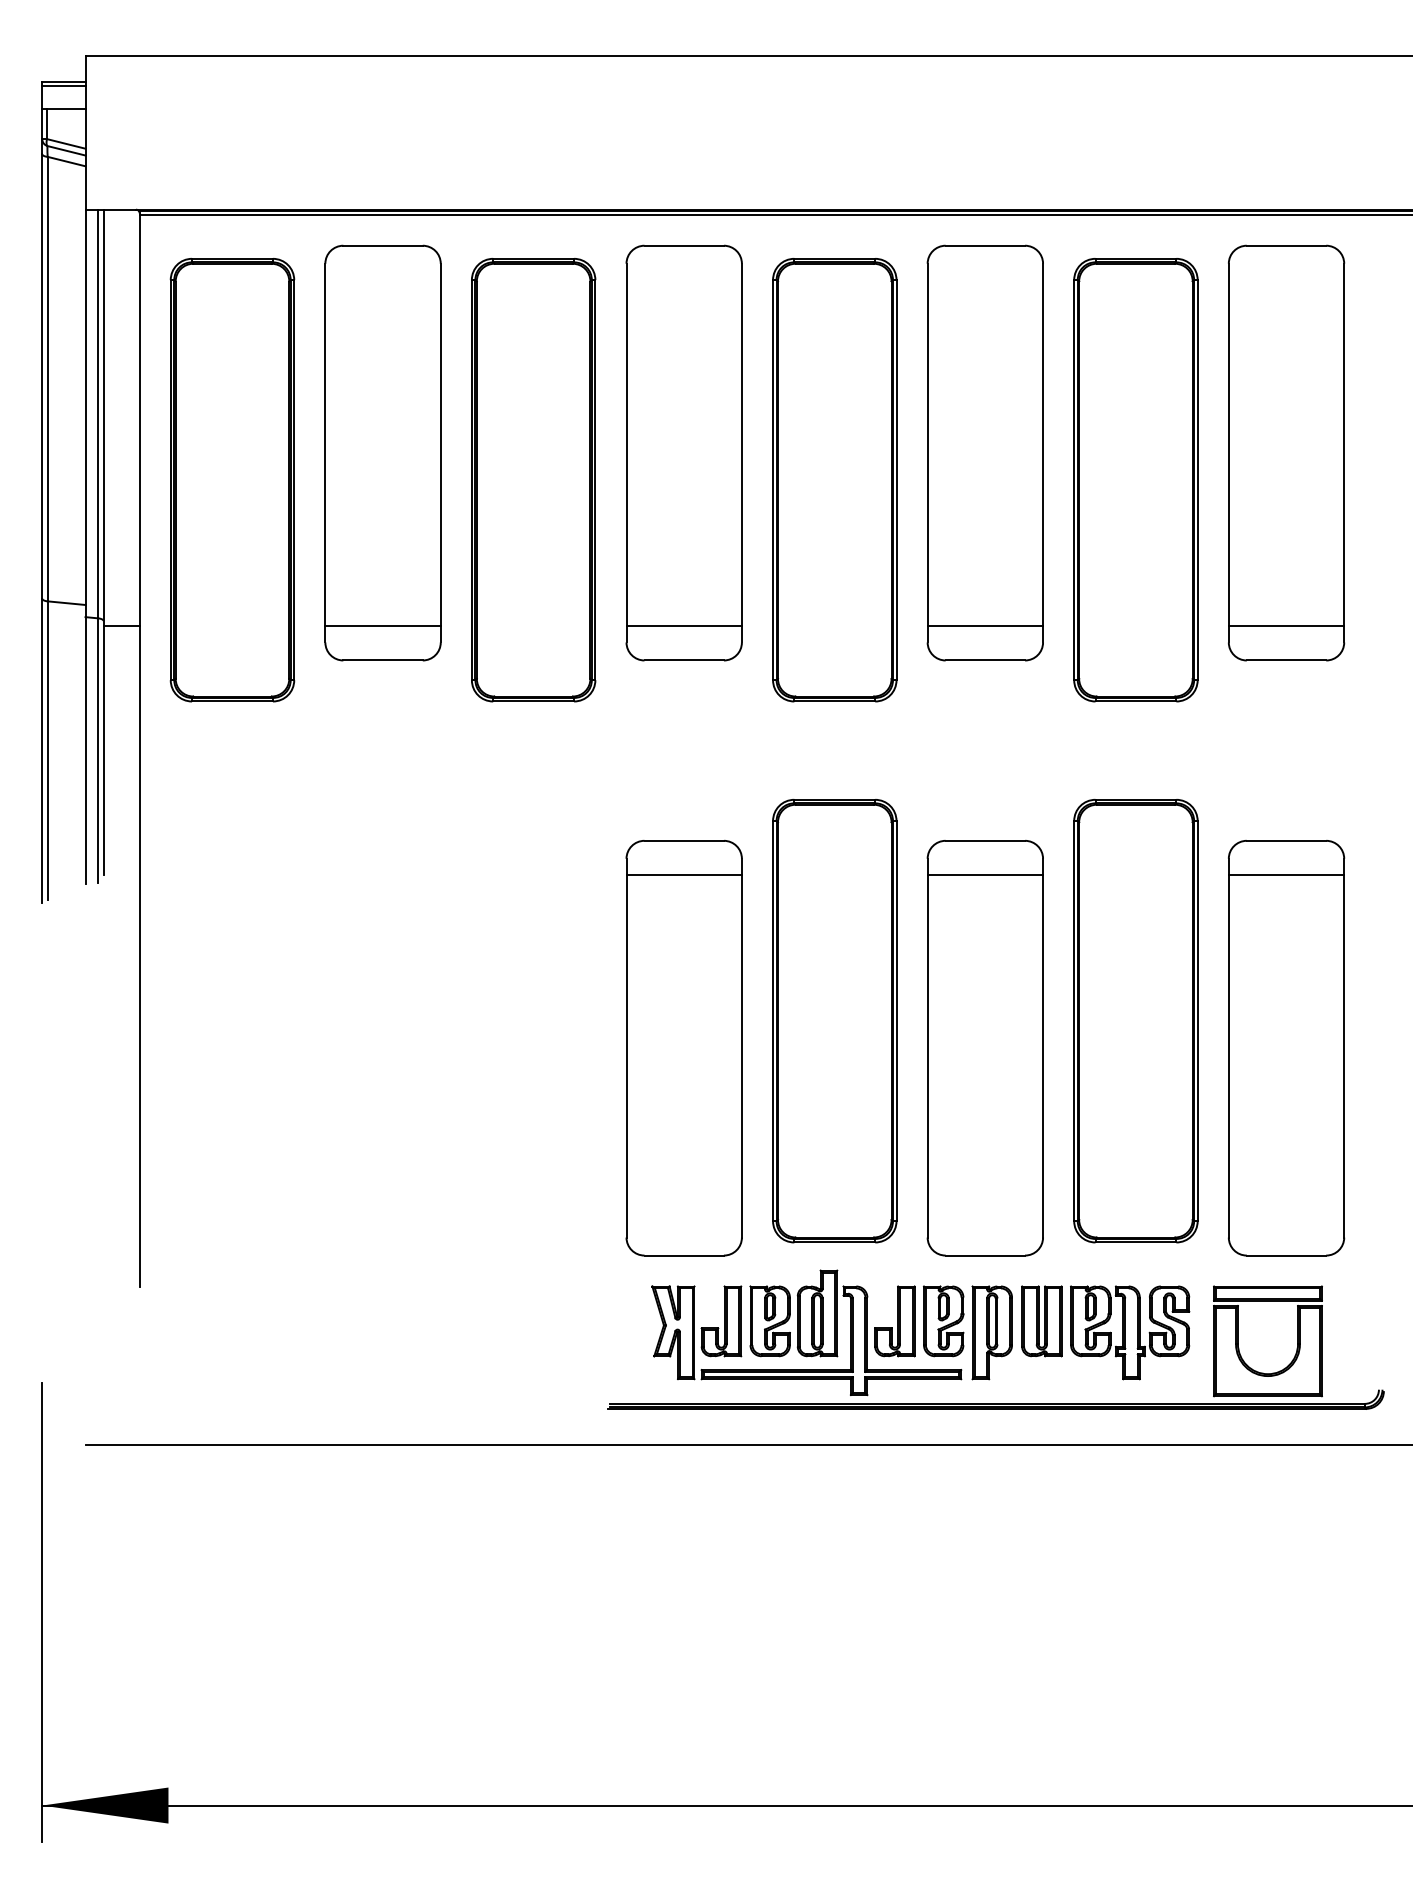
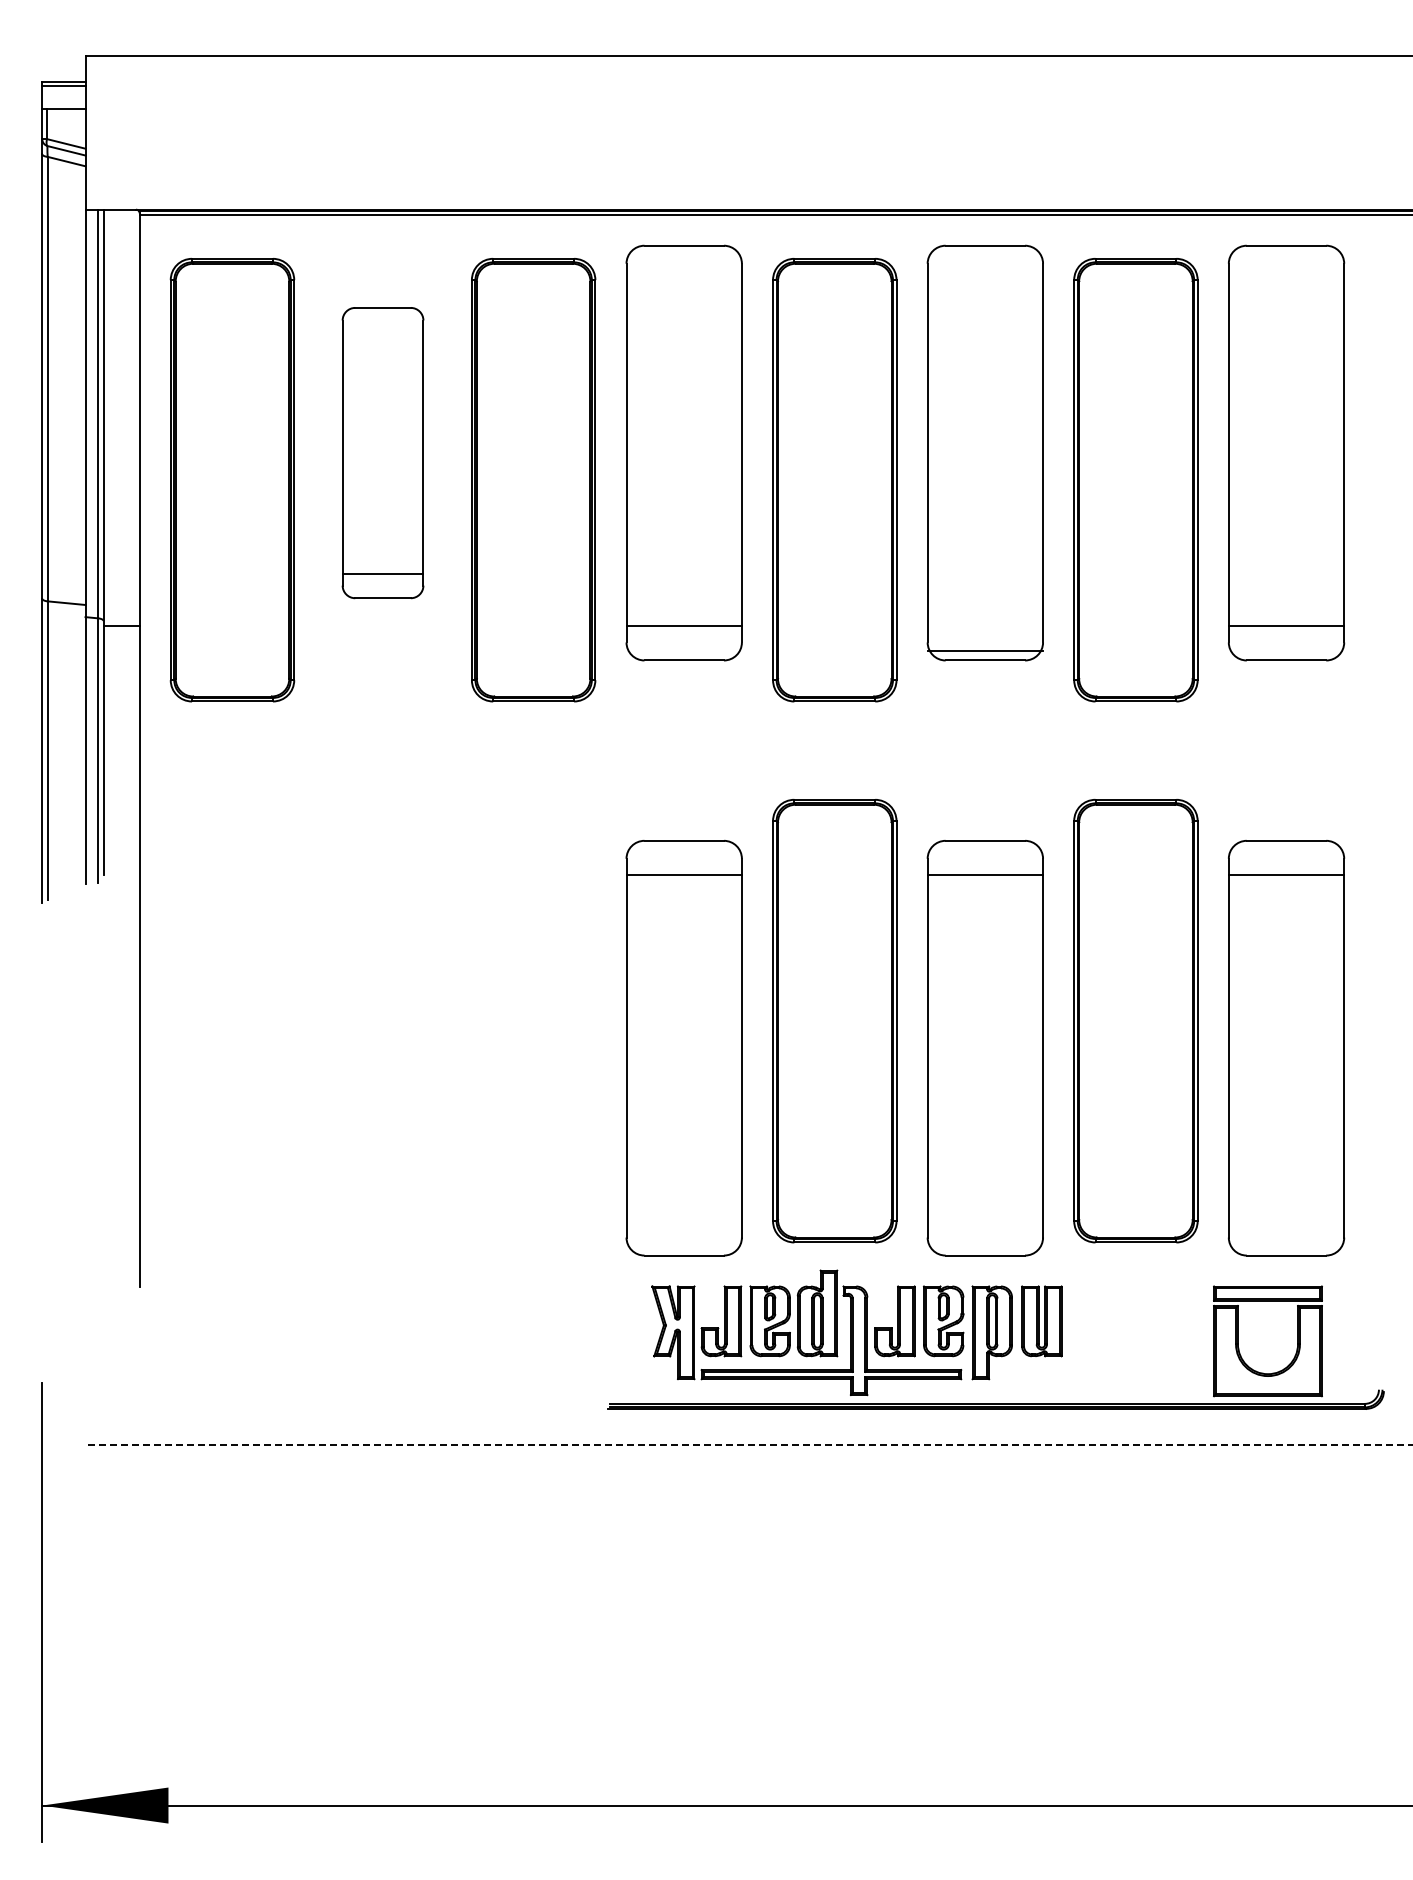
part at (382, 452) size: 118x418 px -> 84x293 px
line at (985, 625) position: (985, 625) -> (985, 650)
part at (1130, 1332): present -> none
line at (748, 1444): solid -> dashed
